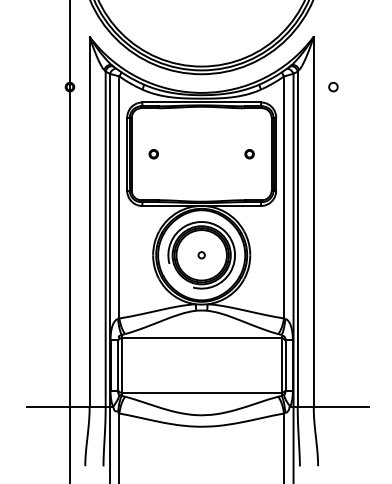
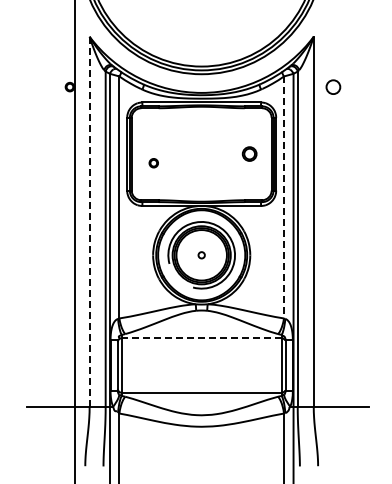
circle at (333, 86) size: 11x12 px -> 17x16 px
part at (153, 154) position: (153, 154) -> (153, 163)
part at (249, 154) size: 11x11 px -> 17x16 px
line at (284, 197): solid -> dashed
line at (89, 221): solid -> dashed
line at (69, 241) position: (69, 241) -> (74, 241)
line at (201, 338): solid -> dashed
